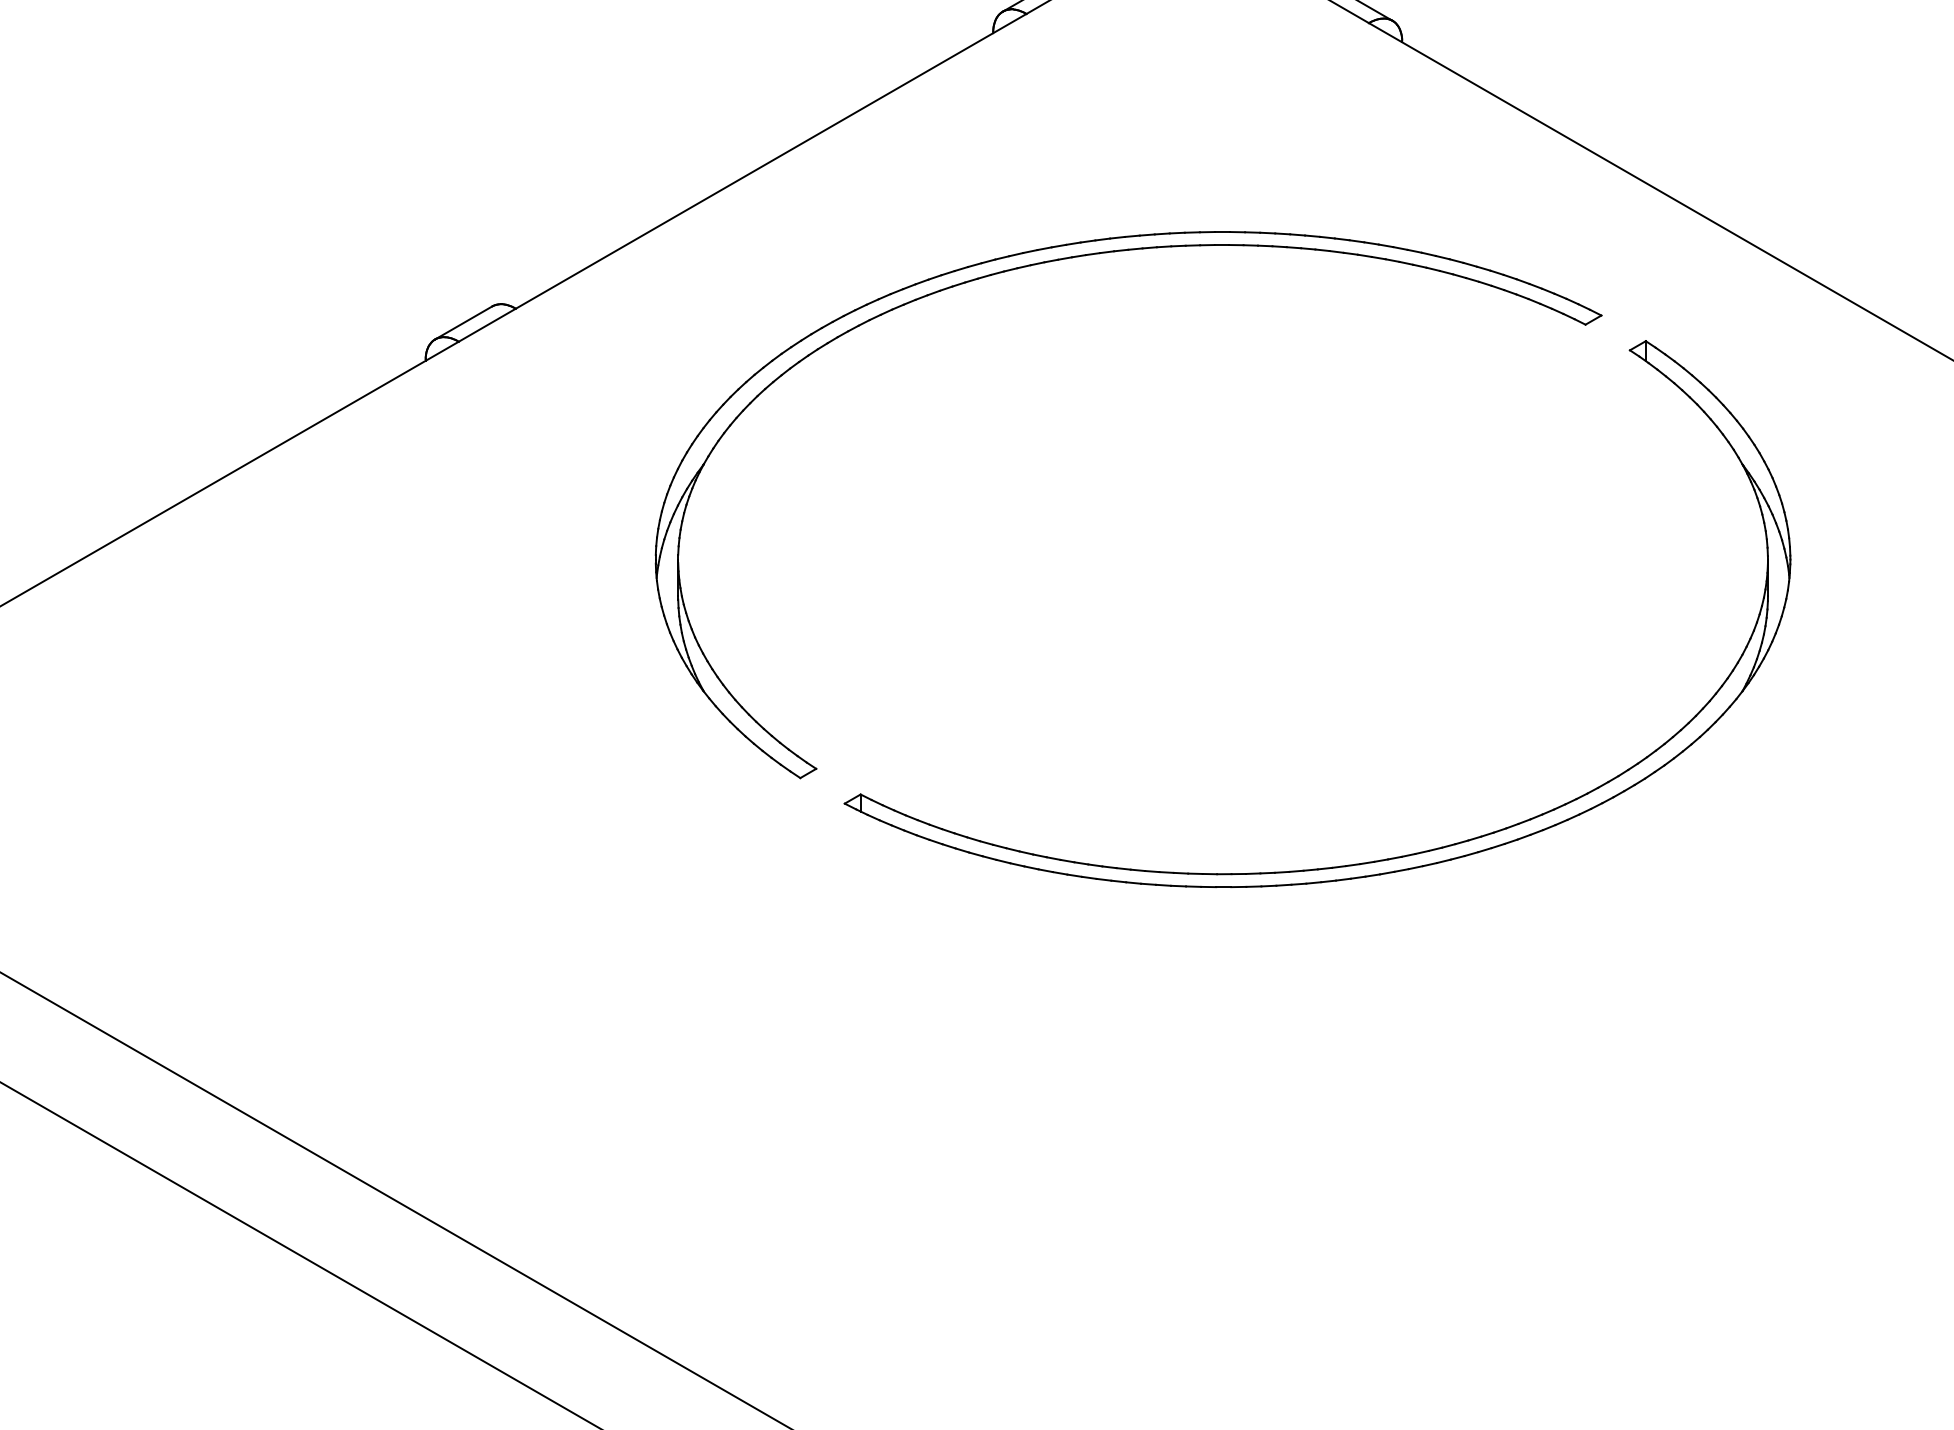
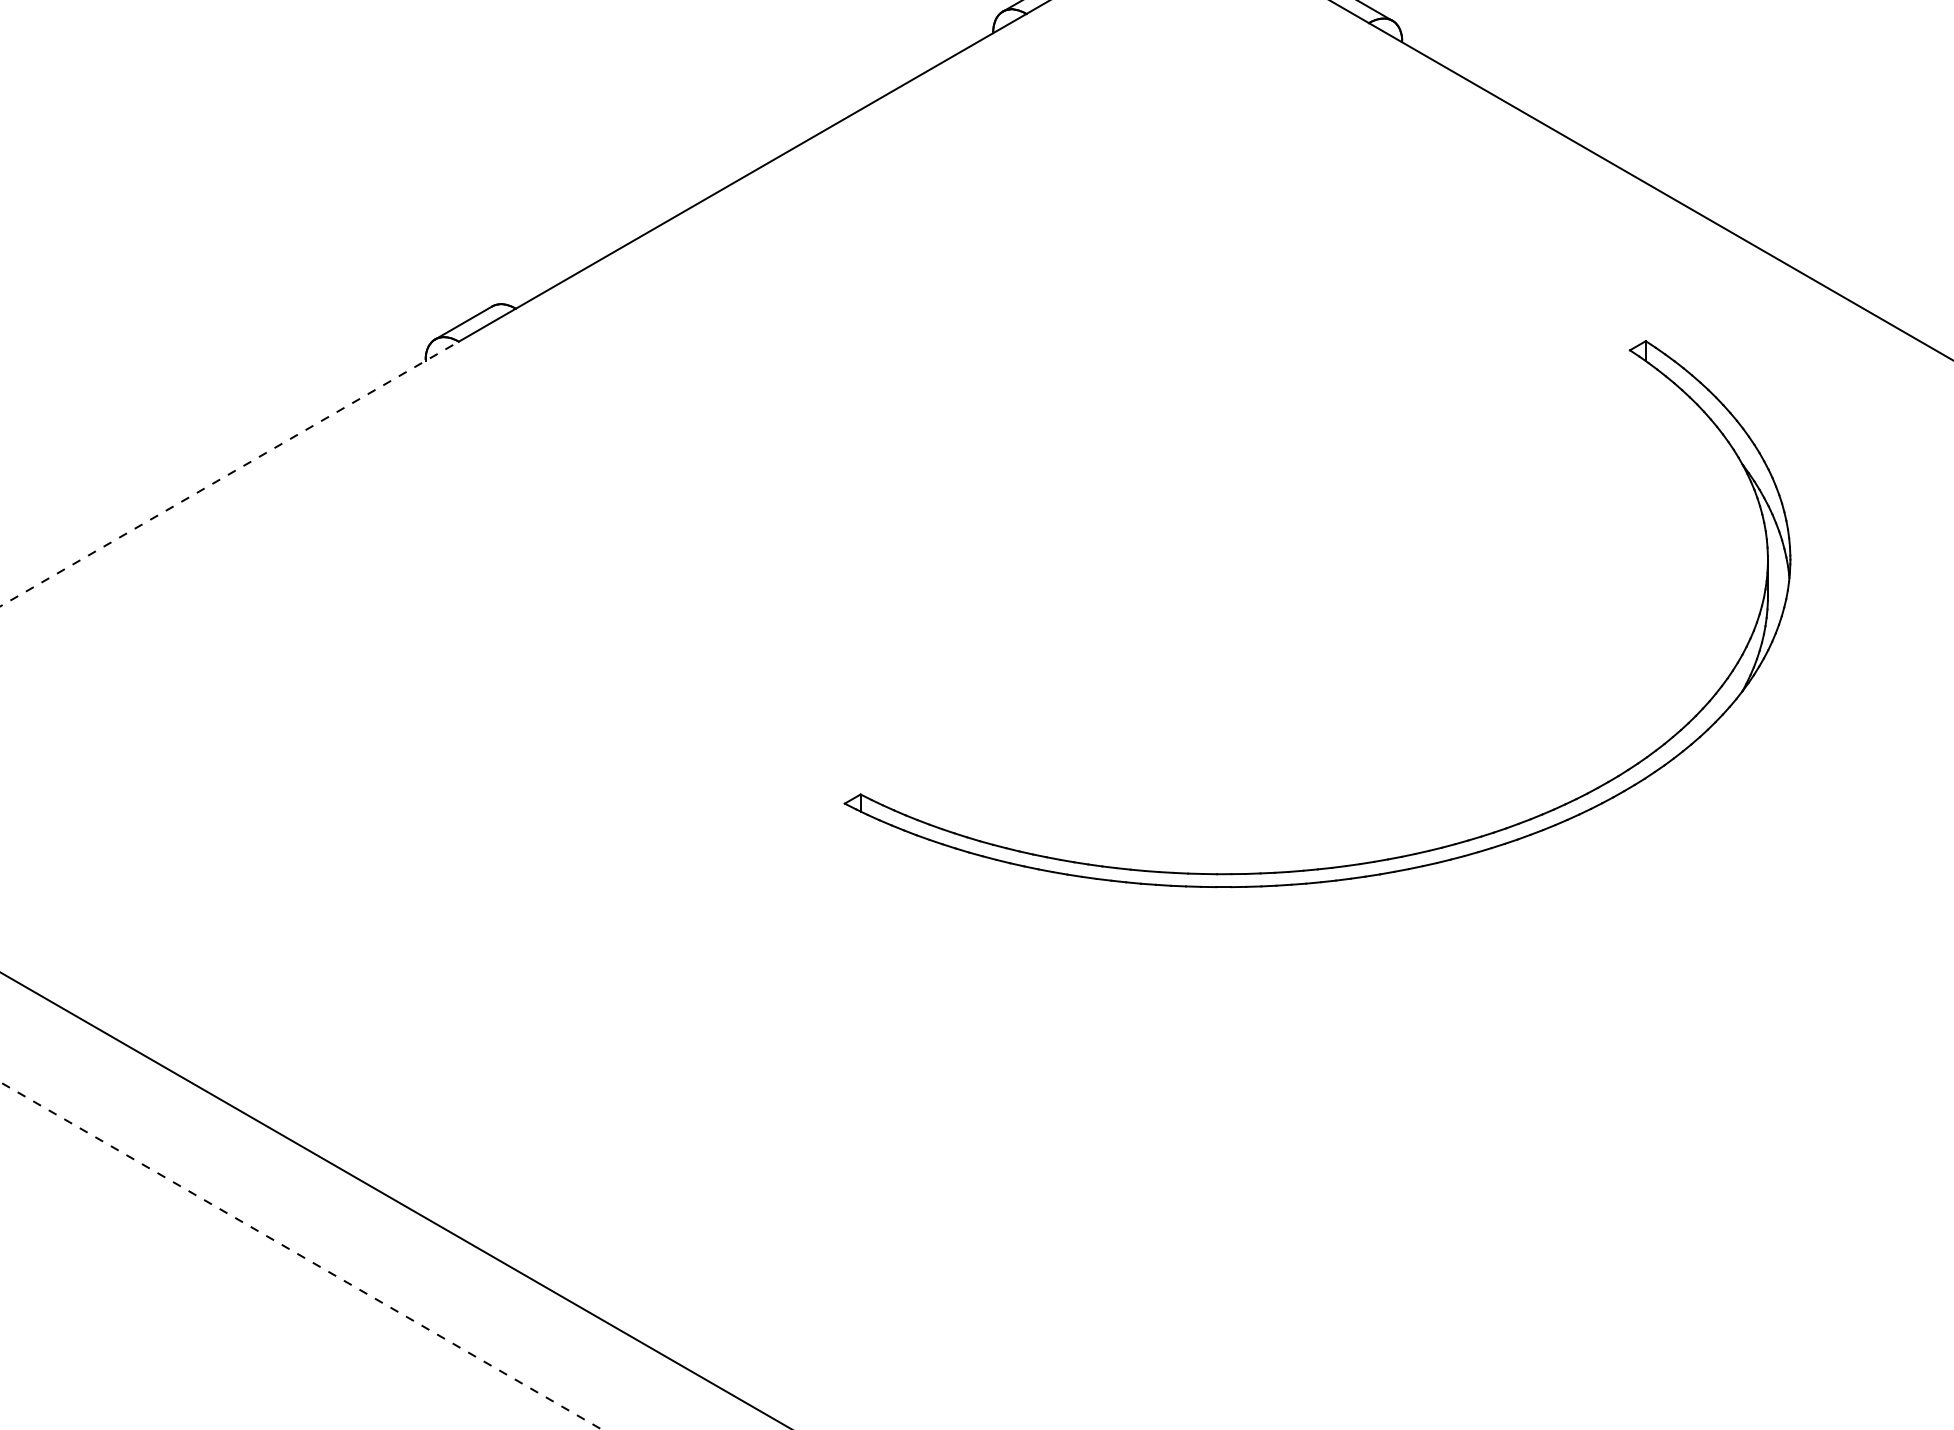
part at (1092, 255): present -> none
line at (229, 474): solid -> dashed
line at (300, 1255): solid -> dashed
